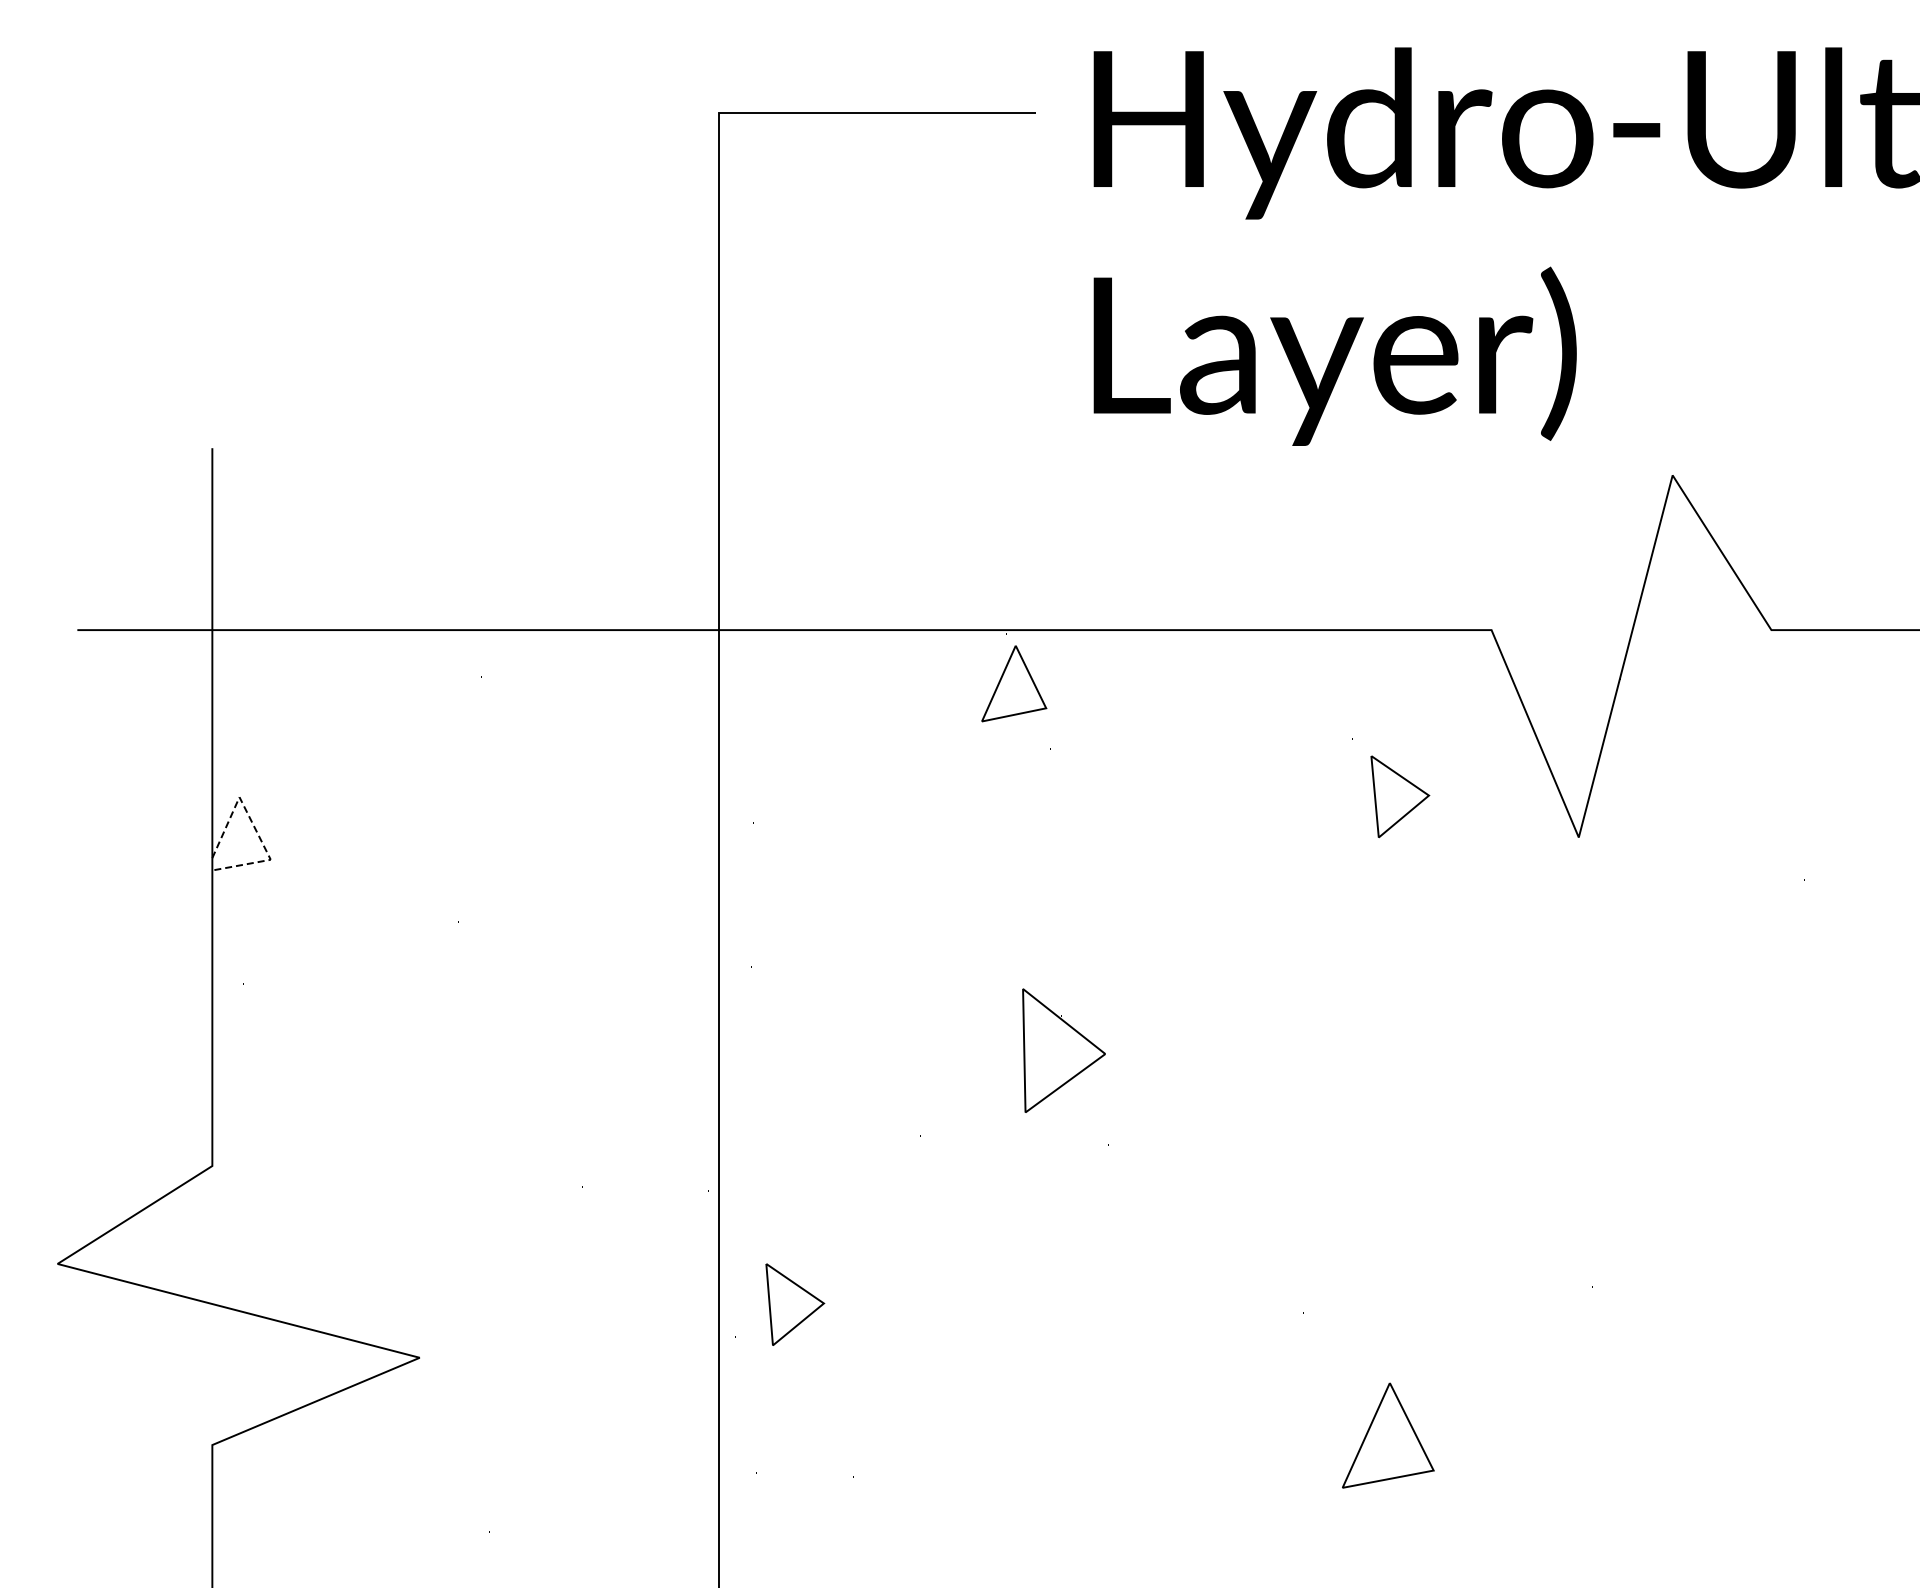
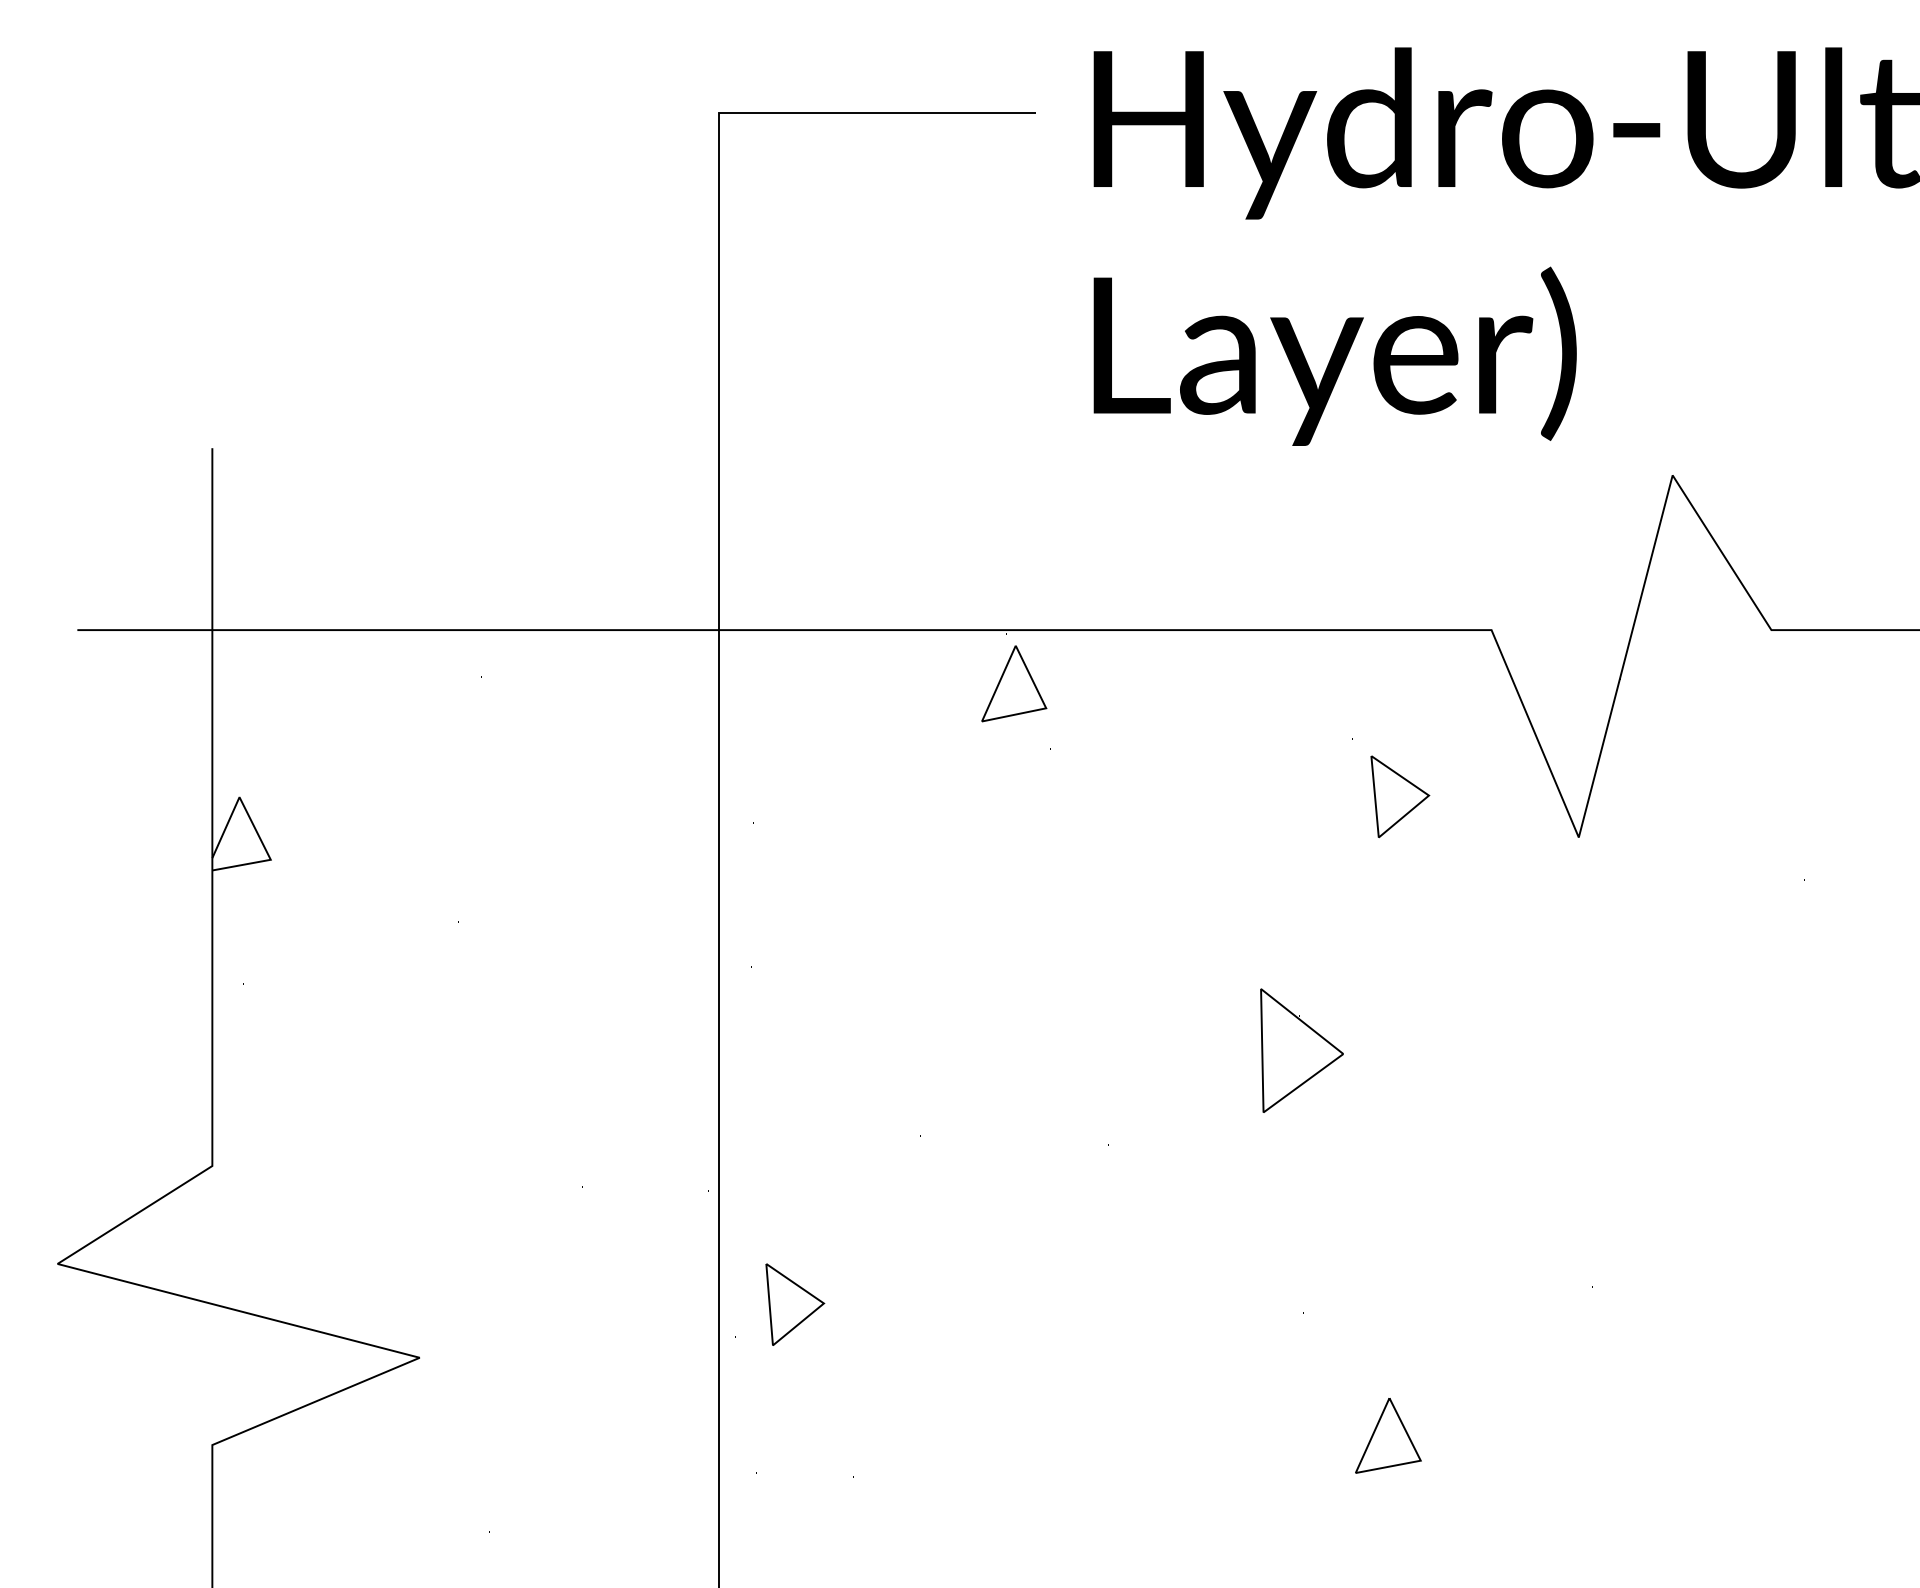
line at (253, 825): dashed -> solid
part at (1063, 1050) position: (1063, 1050) -> (1301, 1050)
part at (1388, 1435) size: 93x107 px -> 67x76 px
